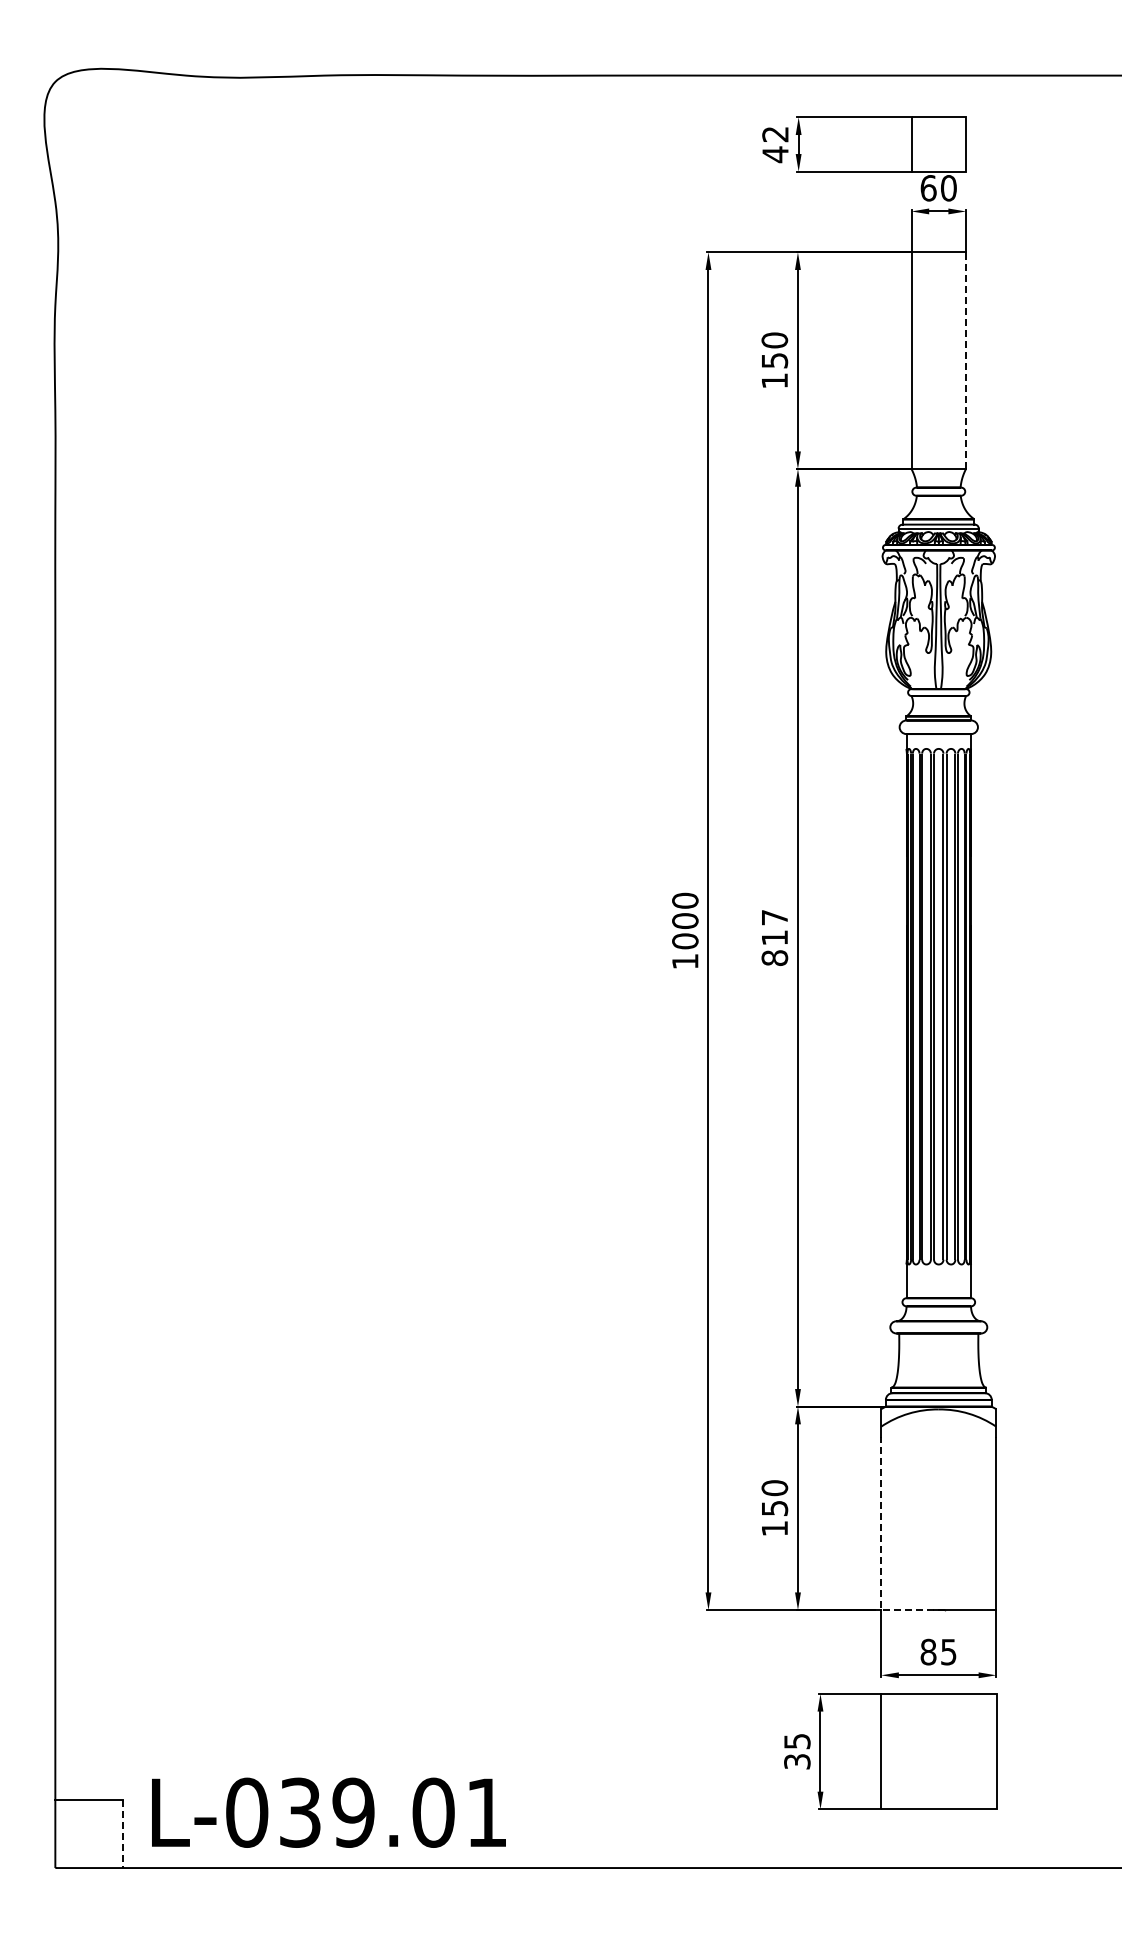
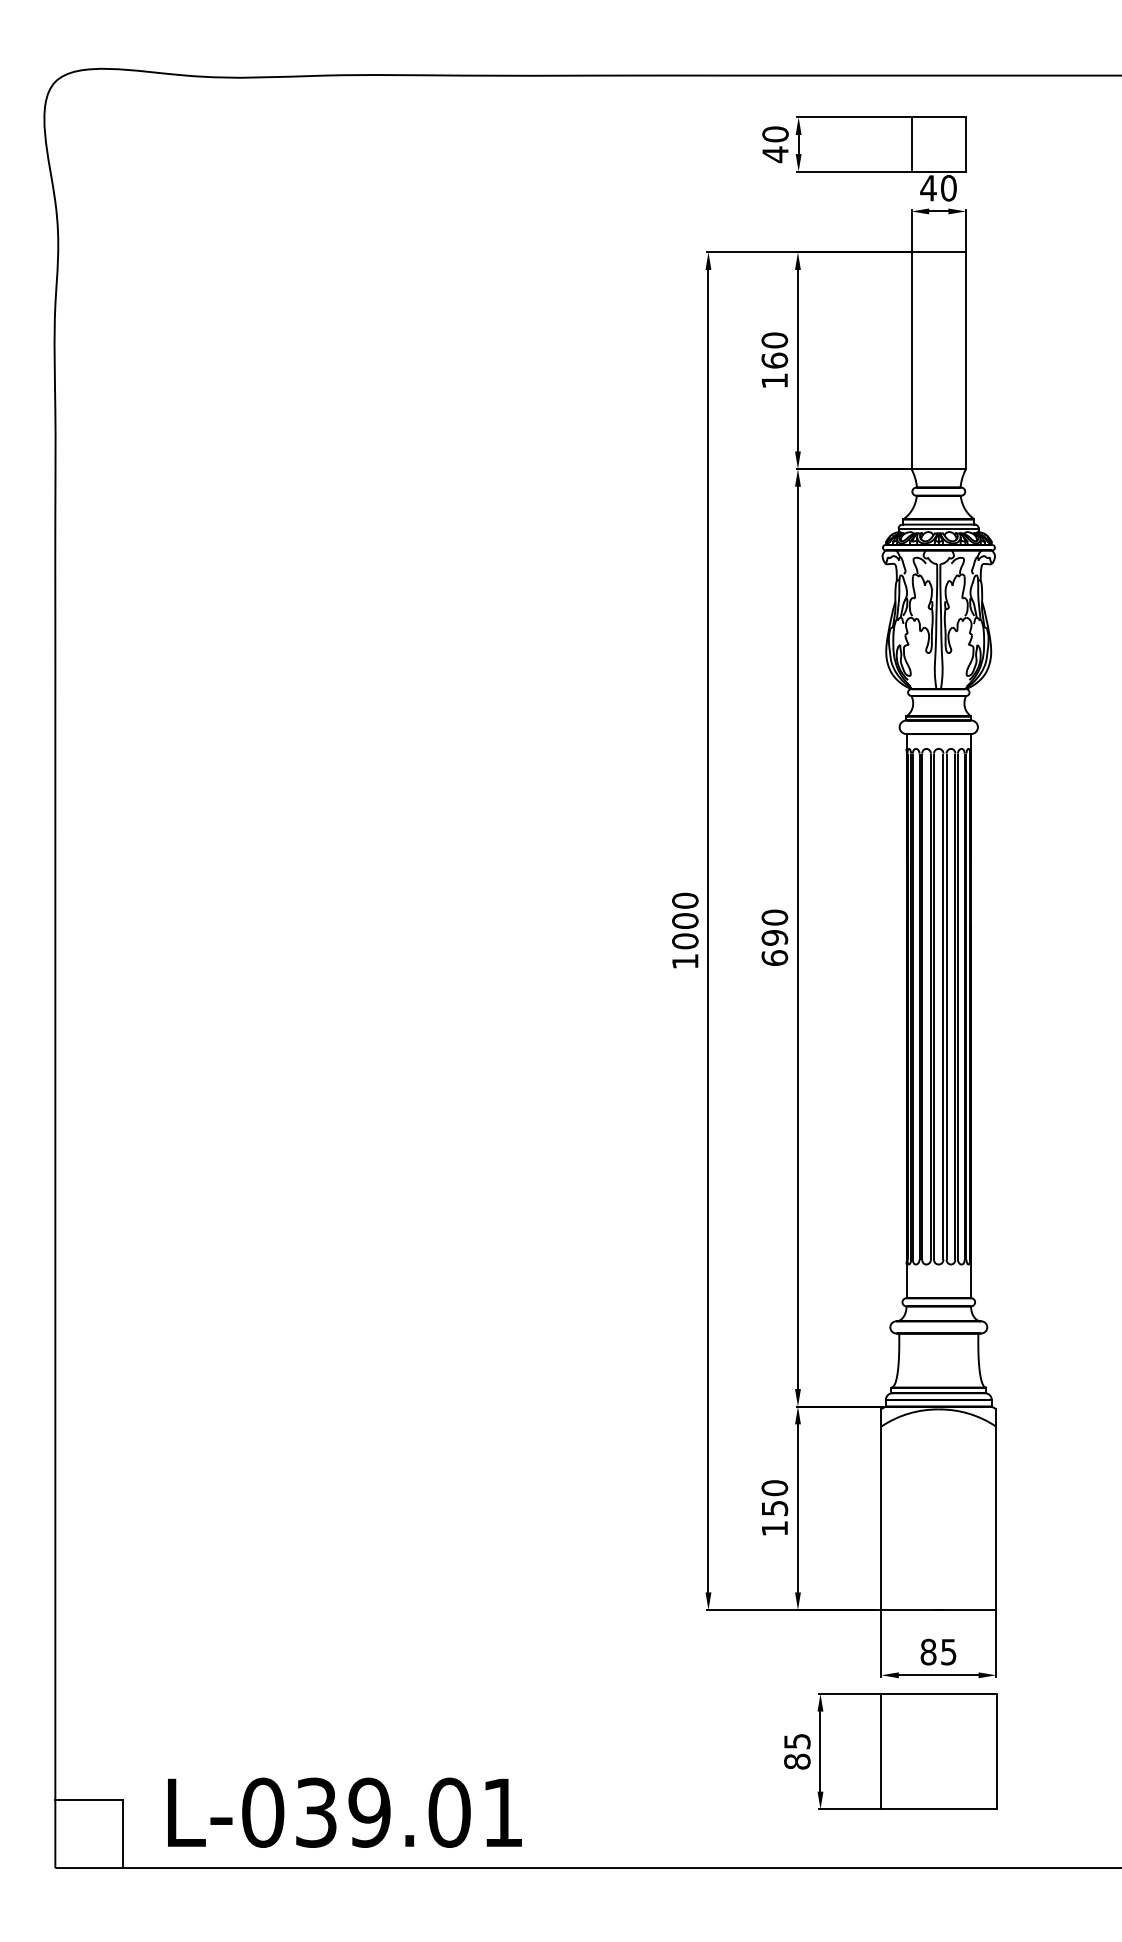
text at (775, 134): 42 -> 40
text at (928, 188): 60 -> 40
text at (774, 360): 150 -> 160
line at (966, 360): dashed -> solid
text at (774, 937): 817 -> 690
line at (881, 1556): dashed -> solid
text at (797, 1761): 35 -> 85
text at (328, 1812) position: (328, 1812) -> (344, 1812)
line at (123, 1834): dashed -> solid
